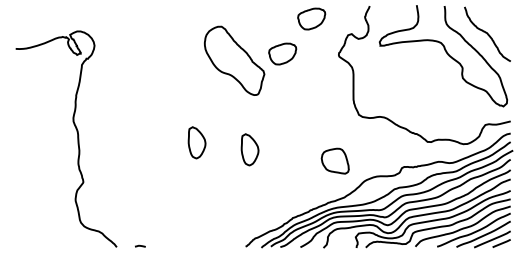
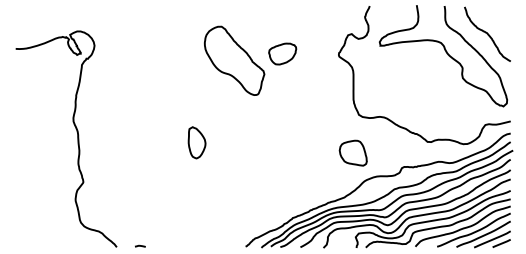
part at (311, 18): present -> none
part at (249, 149): present -> none
part at (334, 160) position: (334, 160) -> (352, 152)
